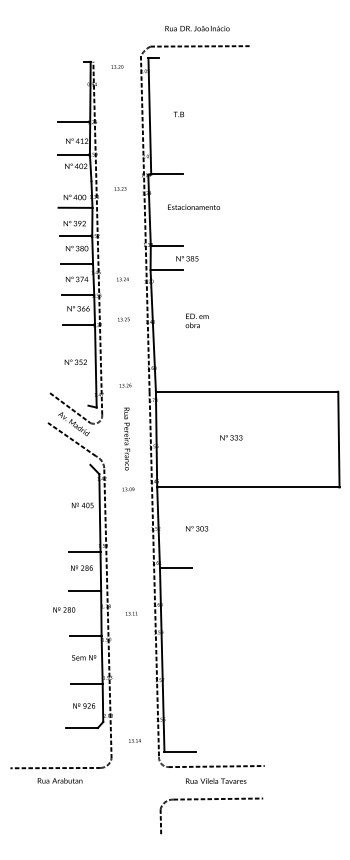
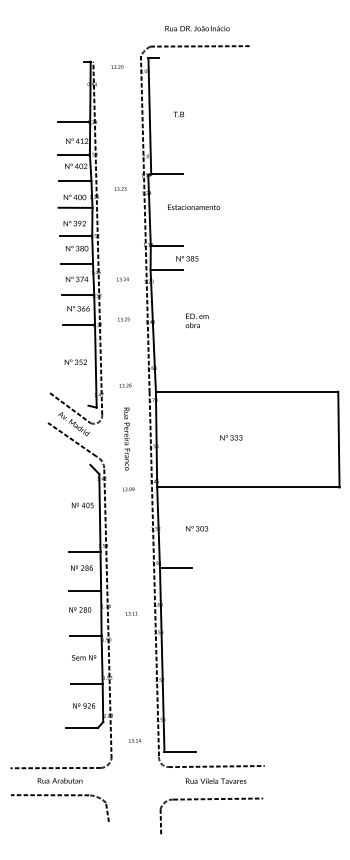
line at (75, 181): none -> present
text at (64, 609) position: (64, 609) -> (80, 609)
part at (60, 796): none -> present
